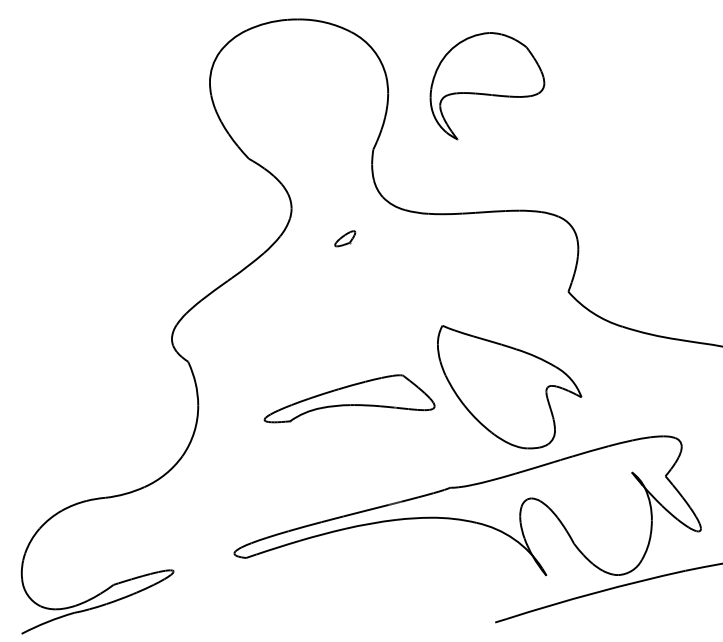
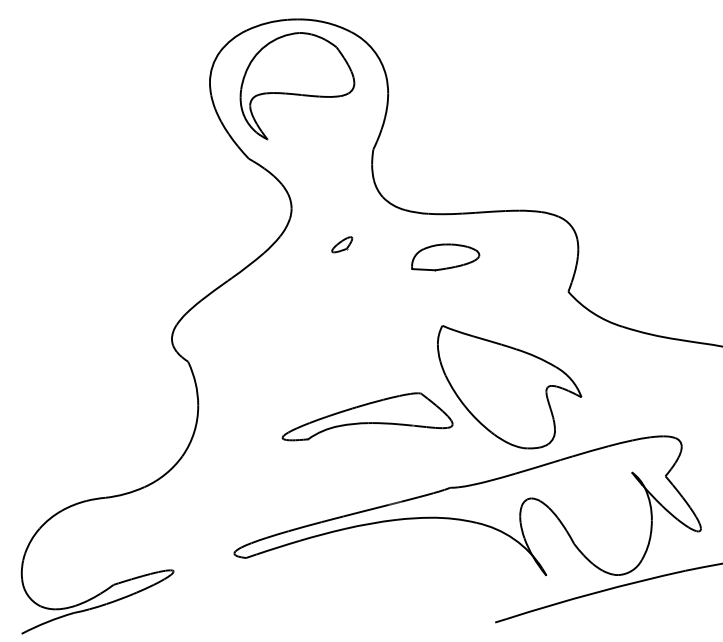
part at (487, 86) position: (487, 86) -> (297, 86)
part at (345, 238) position: (345, 238) -> (342, 244)
part at (445, 257): none -> present
part at (349, 398) position: (349, 398) -> (367, 416)
